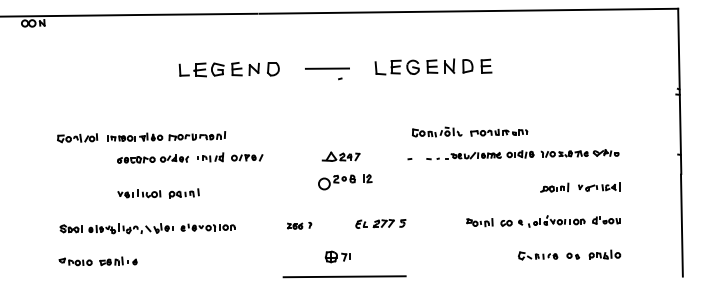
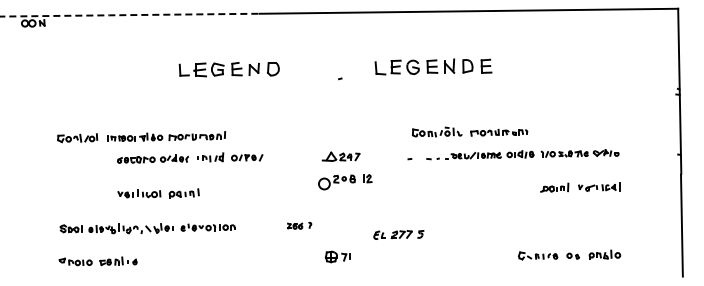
arc at (129, 15): solid -> dashed
line at (327, 68): present -> none
part at (543, 221): present -> none
part at (380, 223) position: (380, 223) -> (398, 234)
line at (344, 276): present -> none
